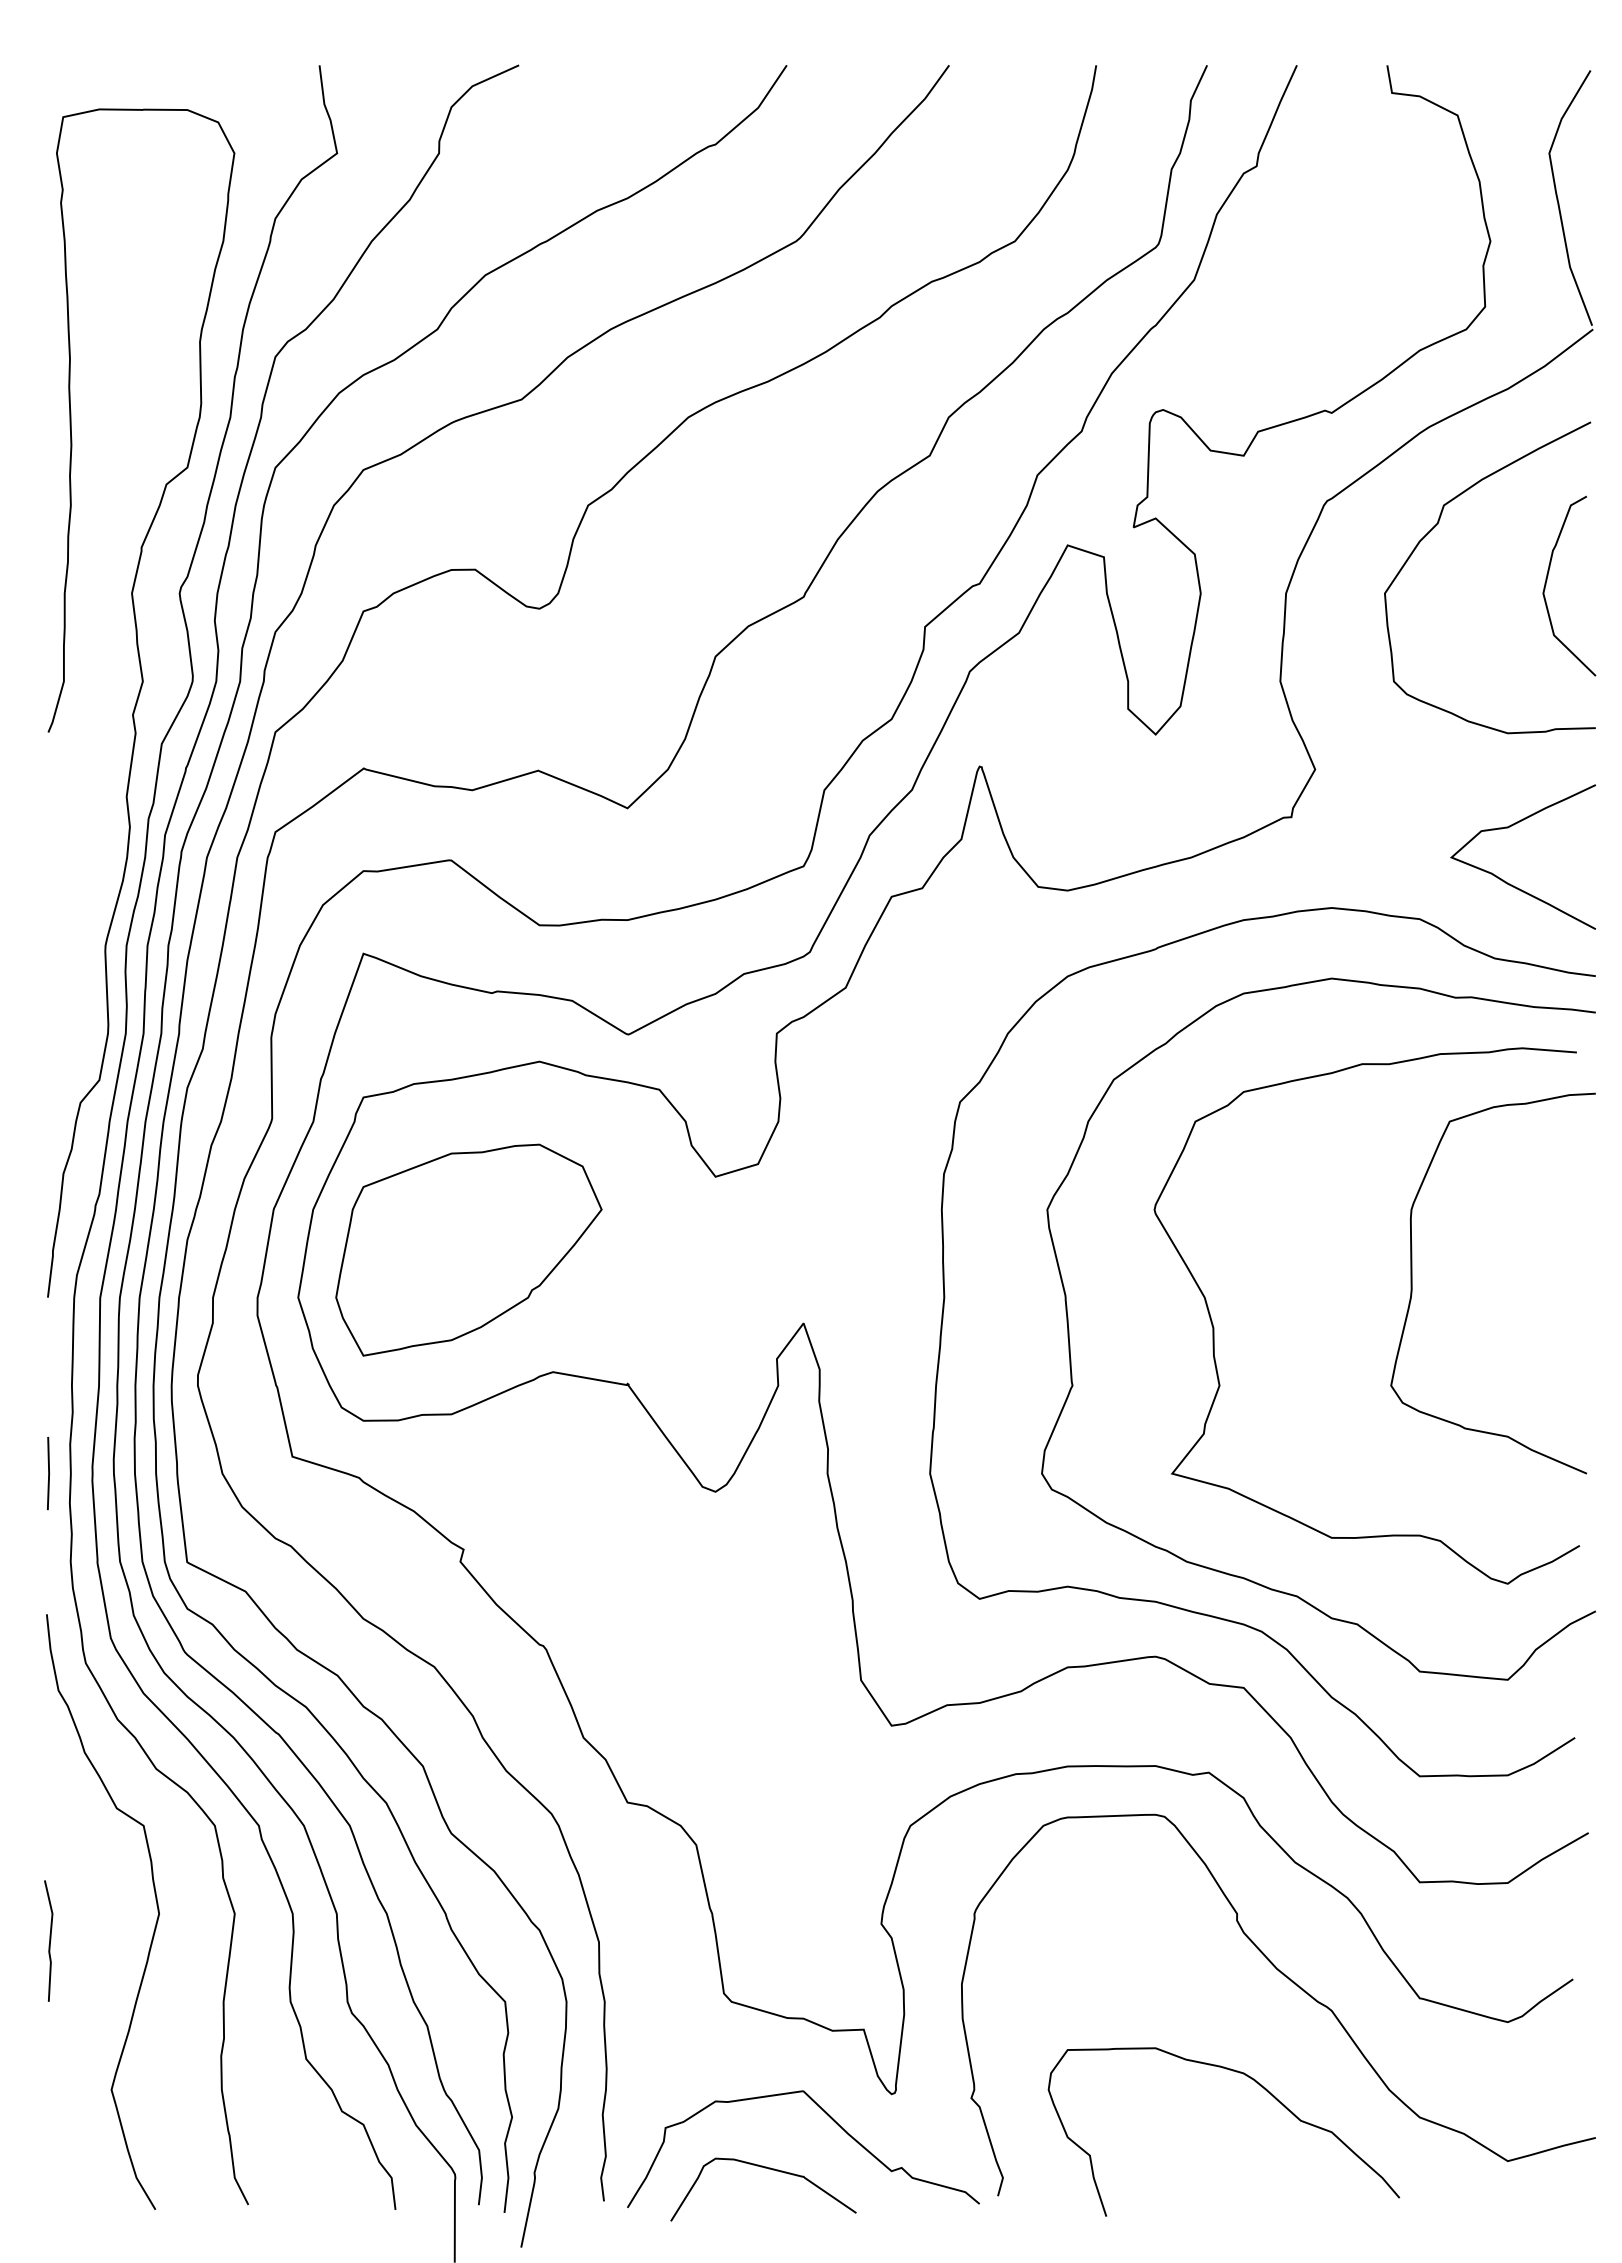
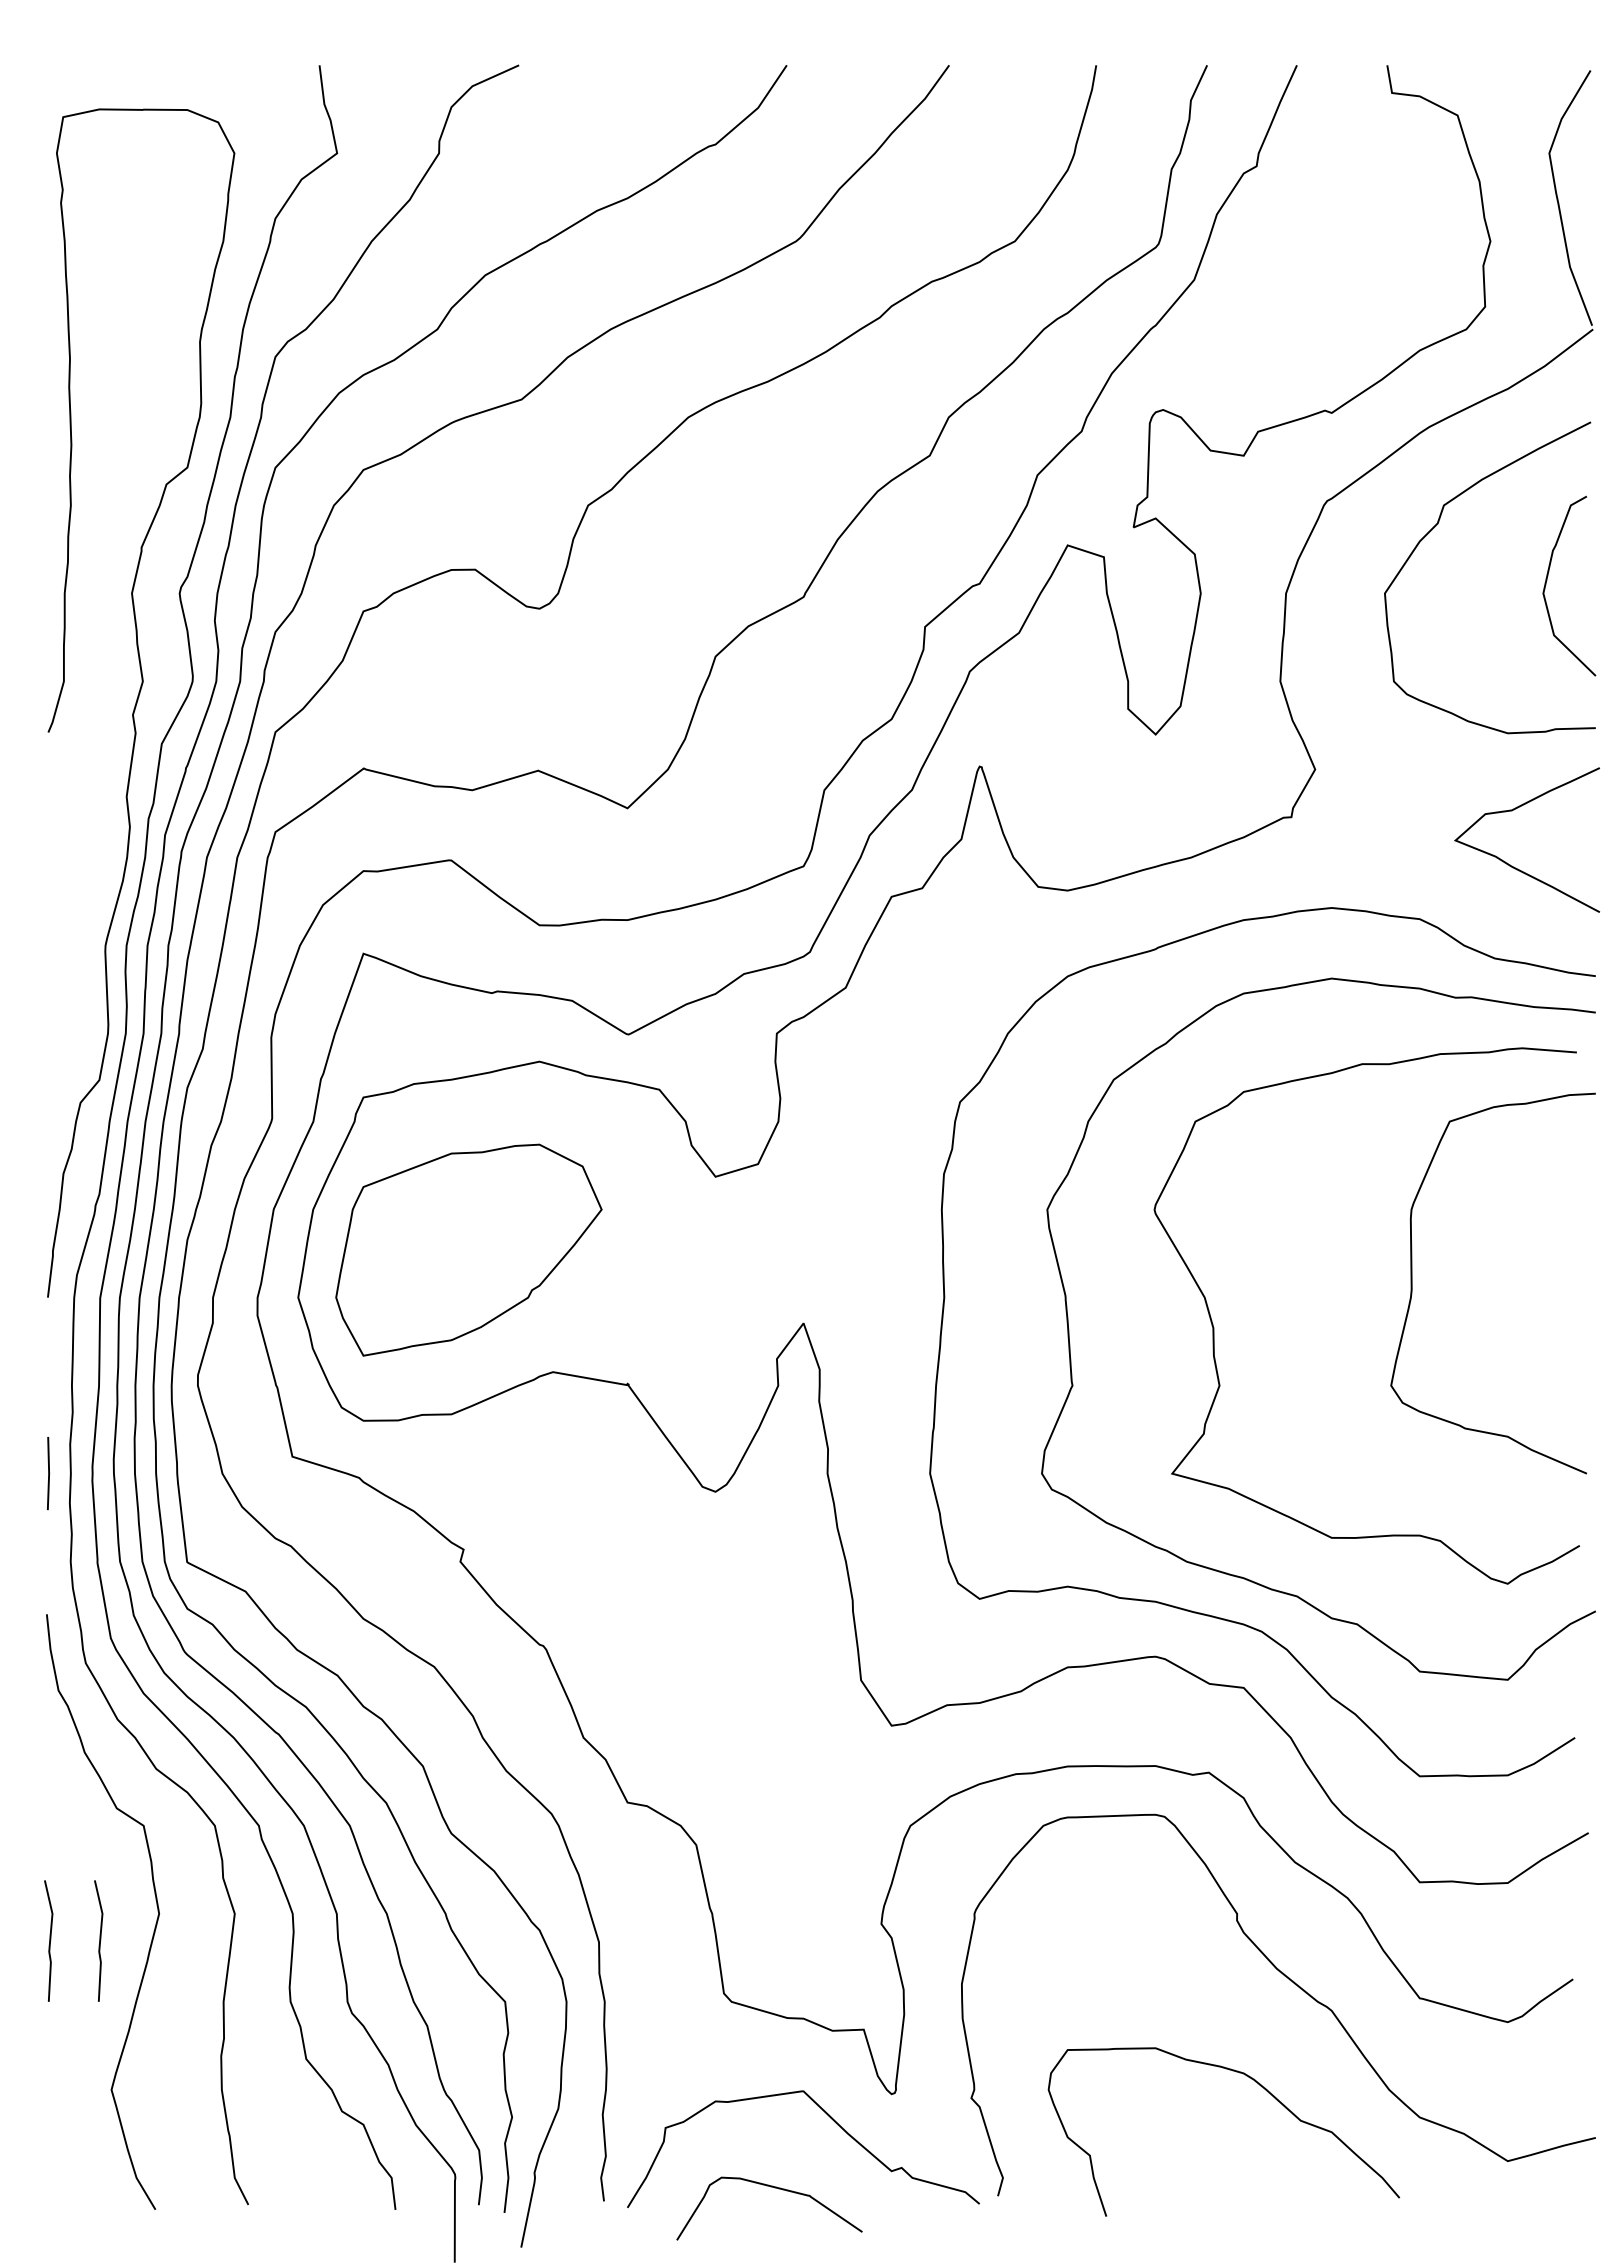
curve at (1506, 881) position: (1506, 881) -> (1510, 864)
line at (99, 1940): none -> present
curve at (768, 2169) position: (768, 2169) -> (774, 2188)
